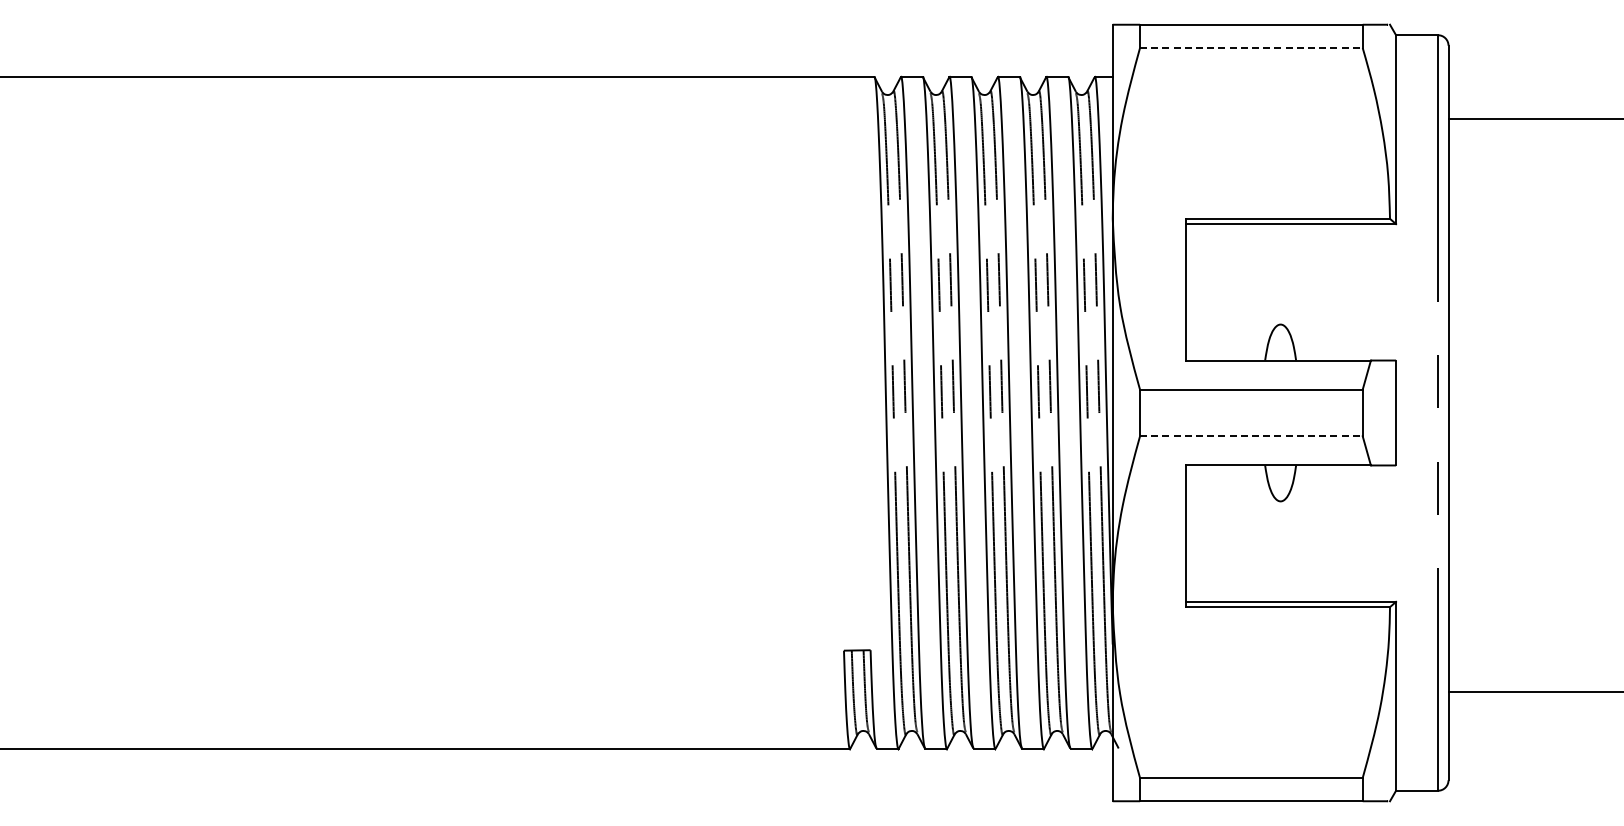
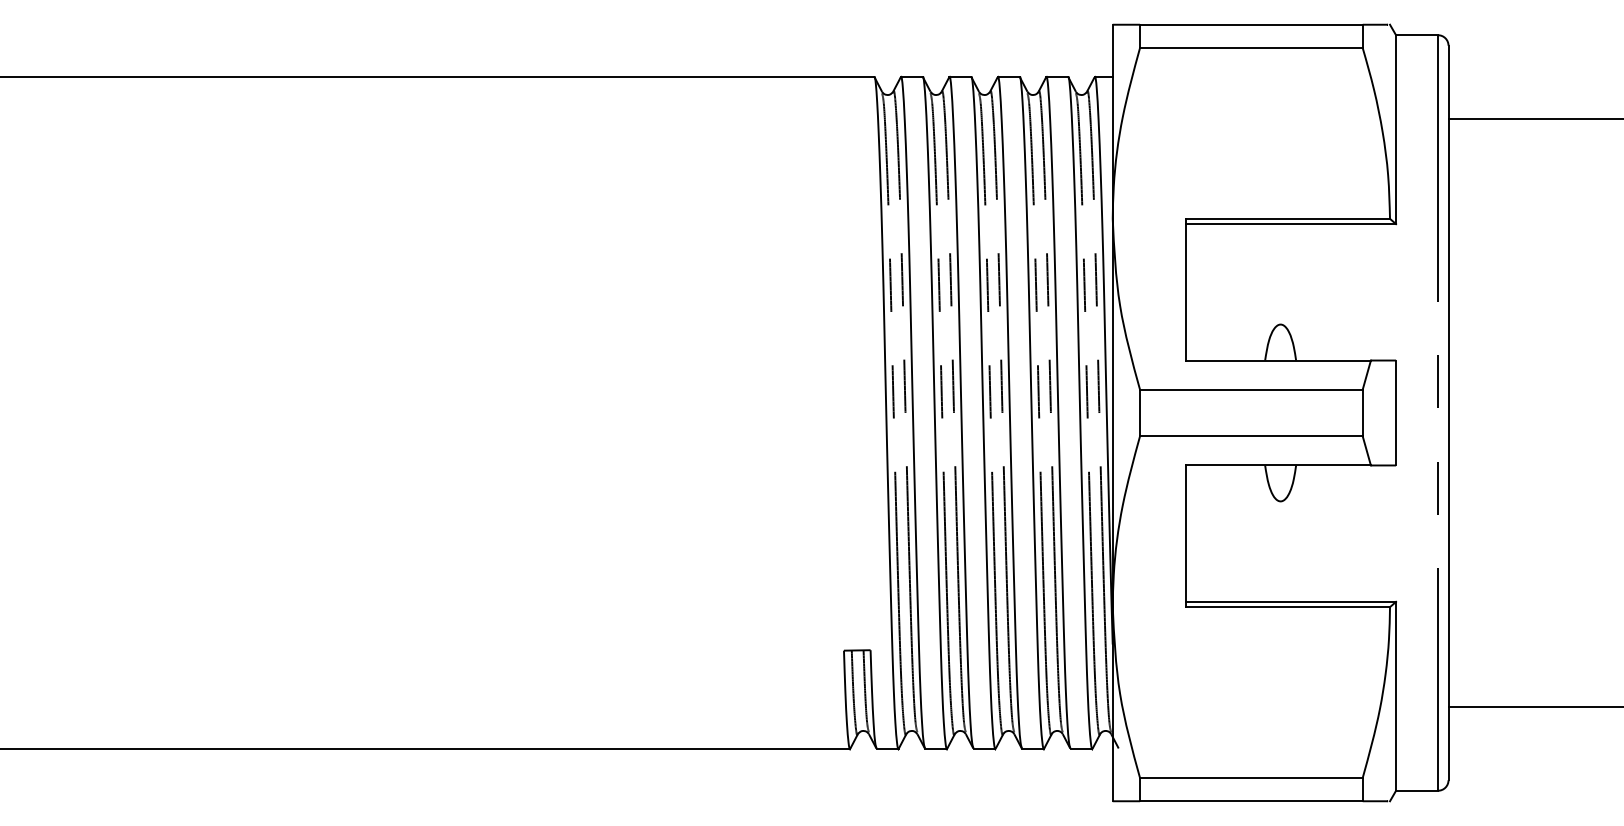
line at (1251, 48): dashed -> solid
line at (1251, 436): dashed -> solid
line at (1534, 691) position: (1534, 691) -> (1534, 706)
